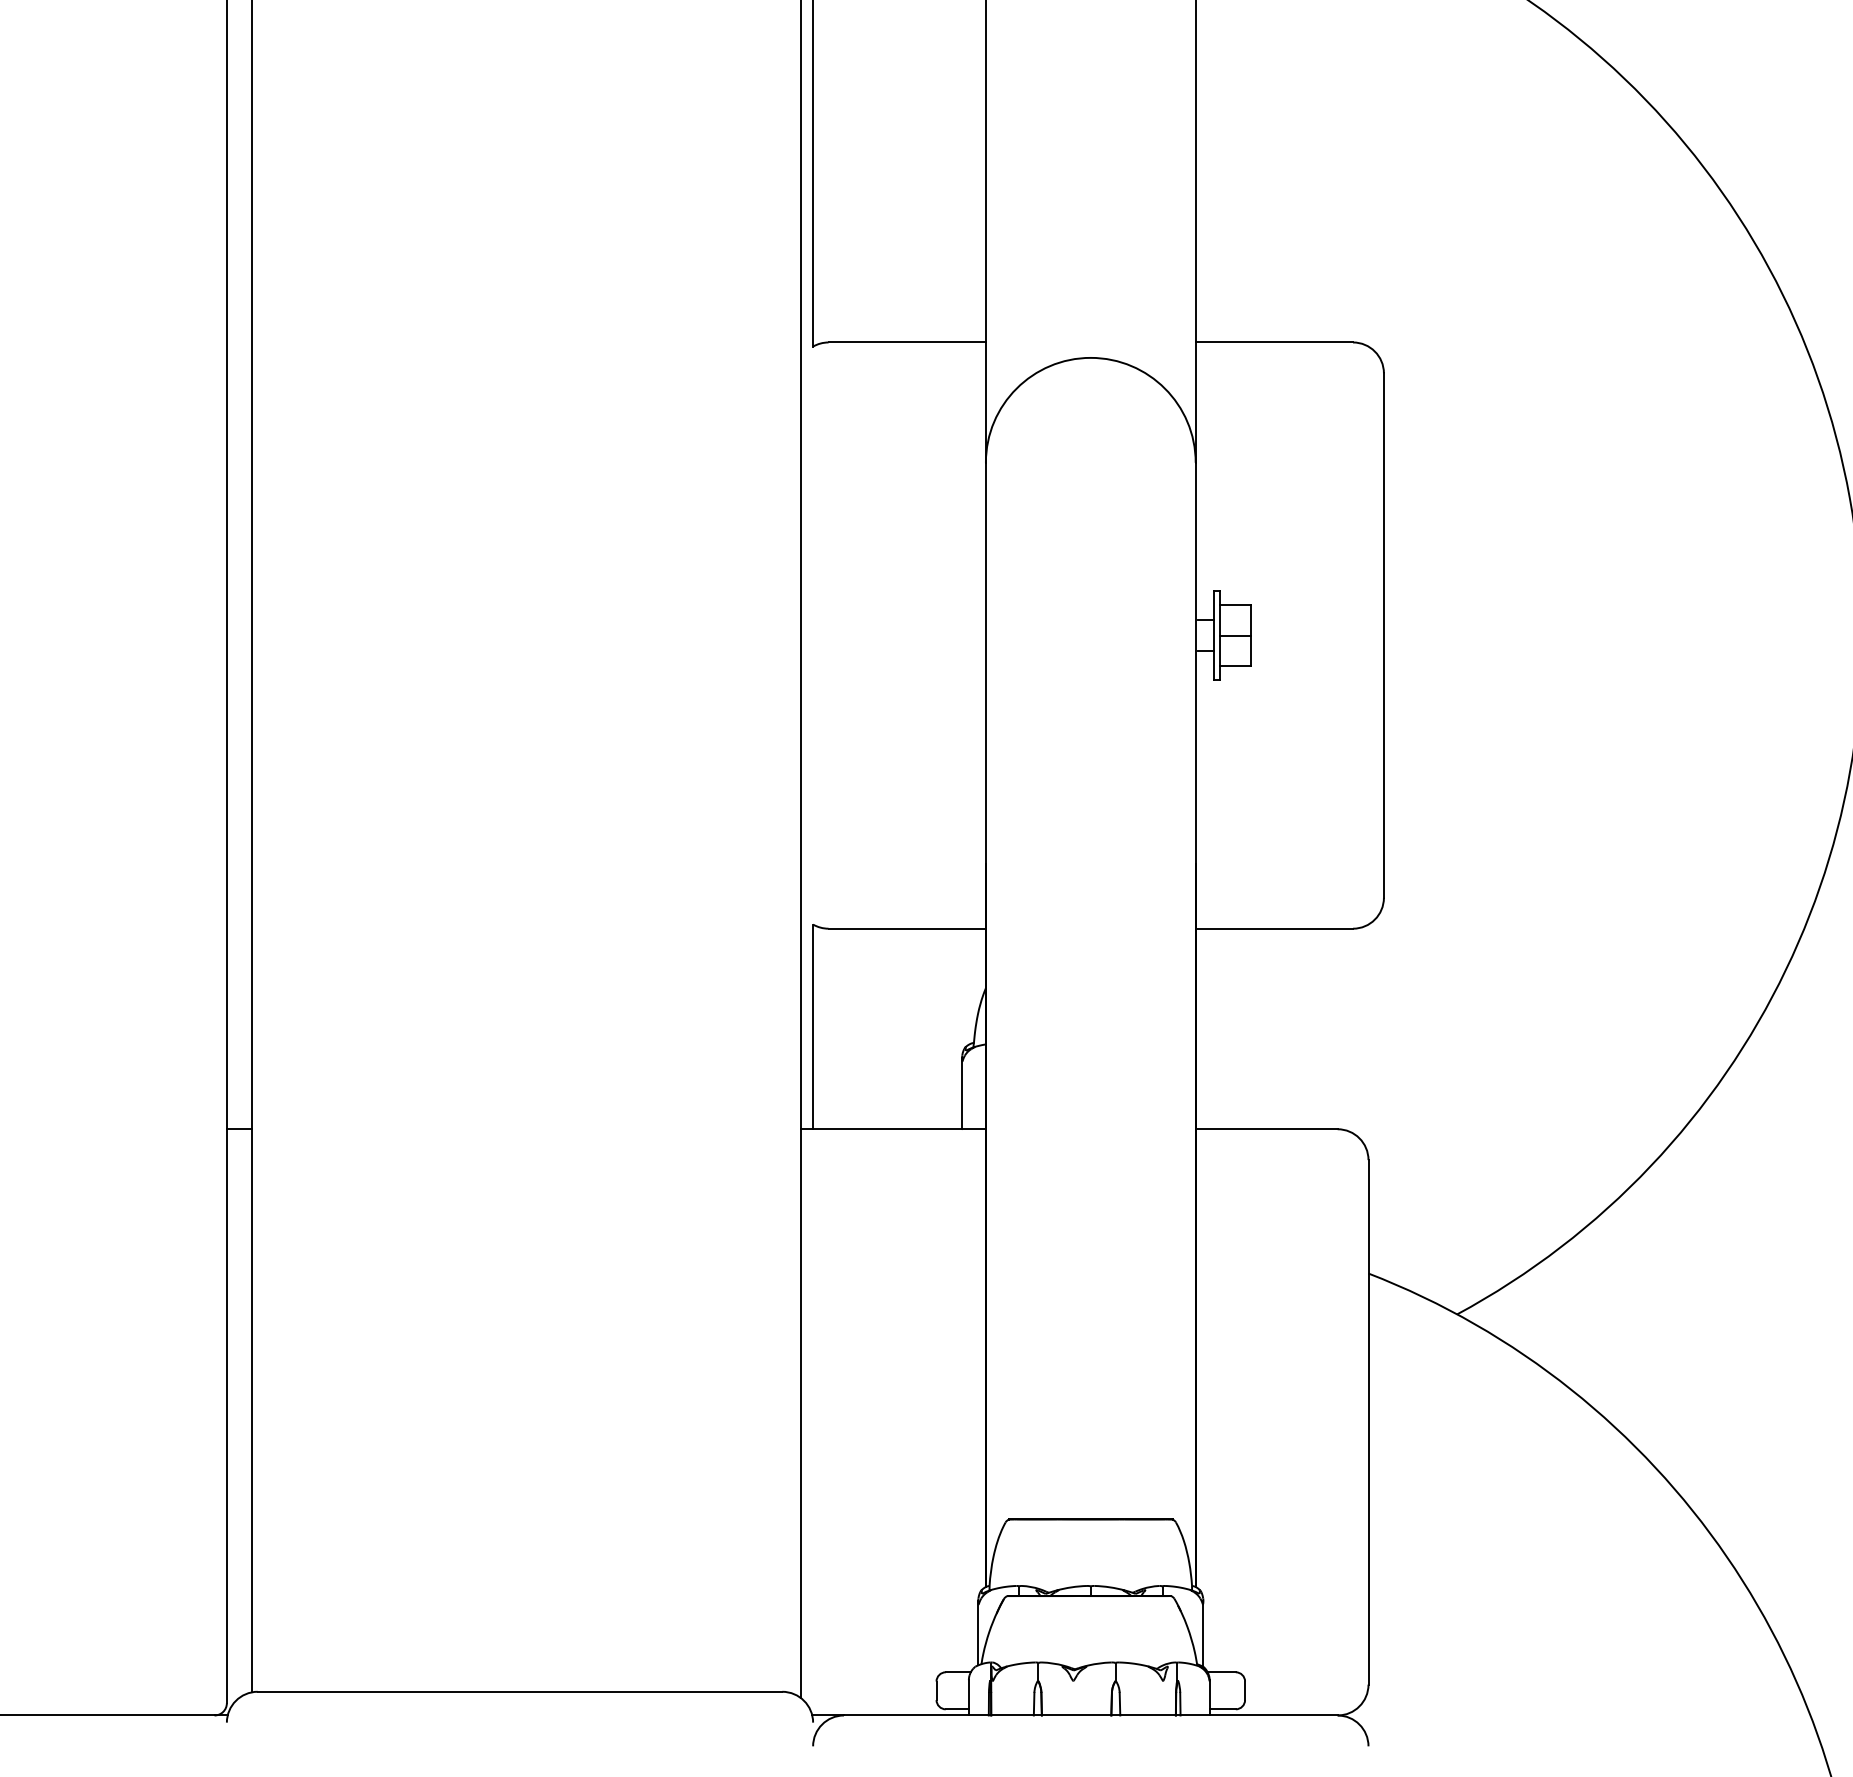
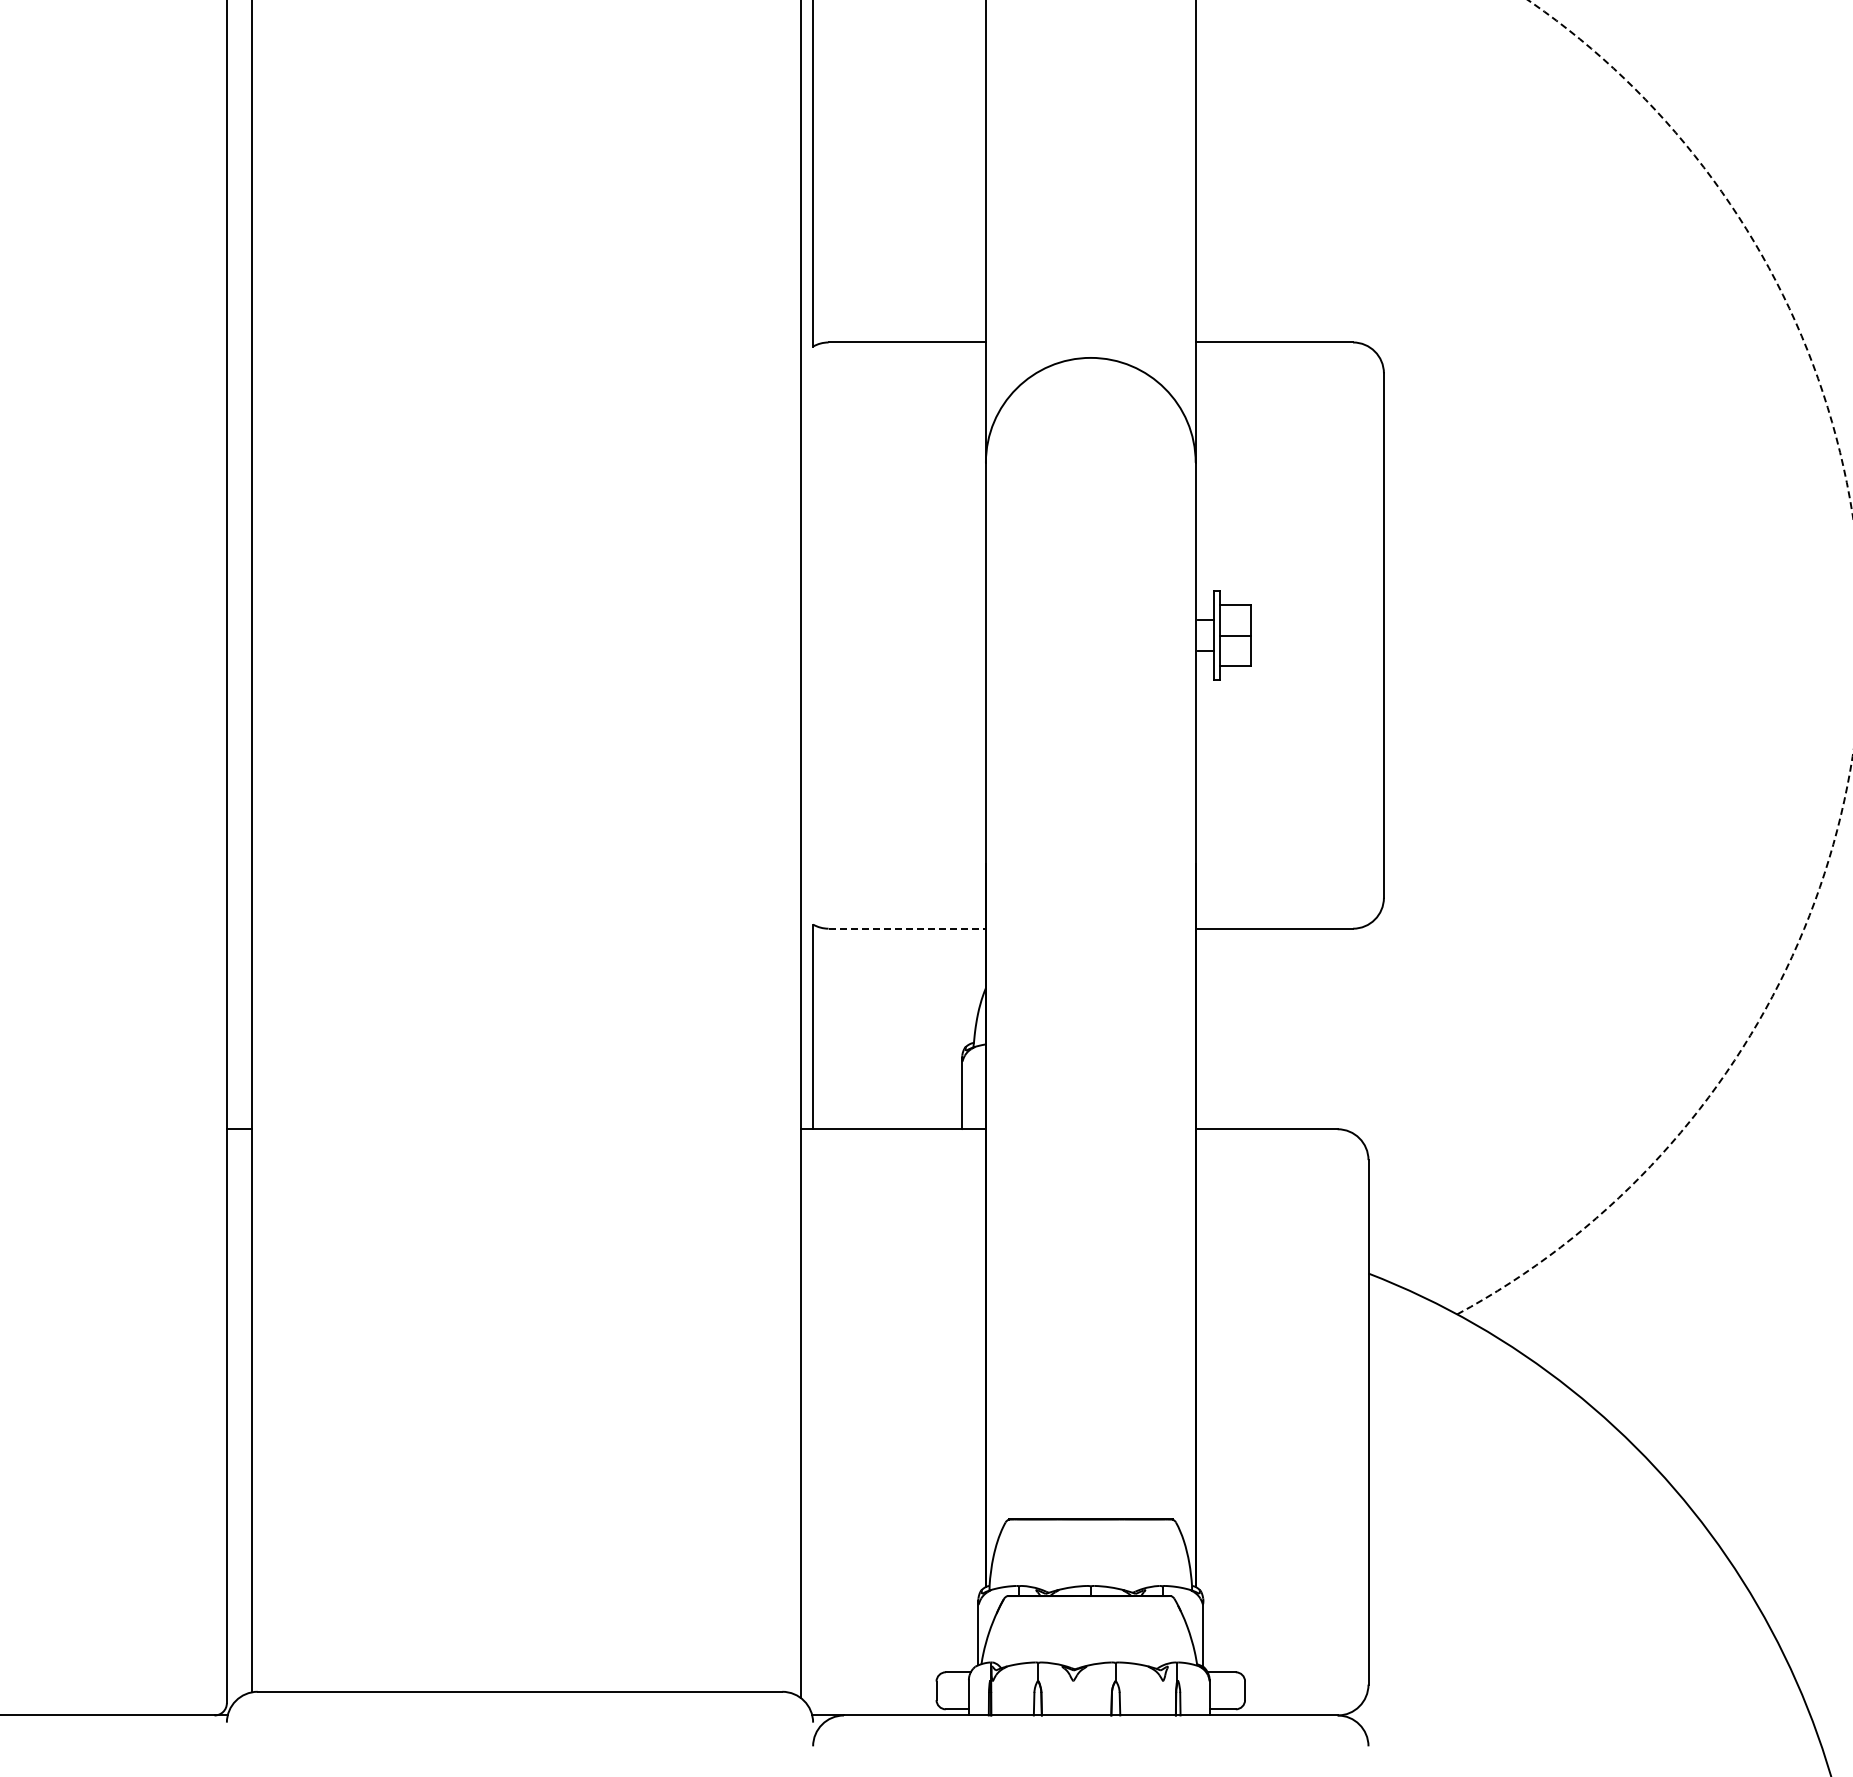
arc at (1845, 793): solid -> dashed
line at (907, 928): solid -> dashed
